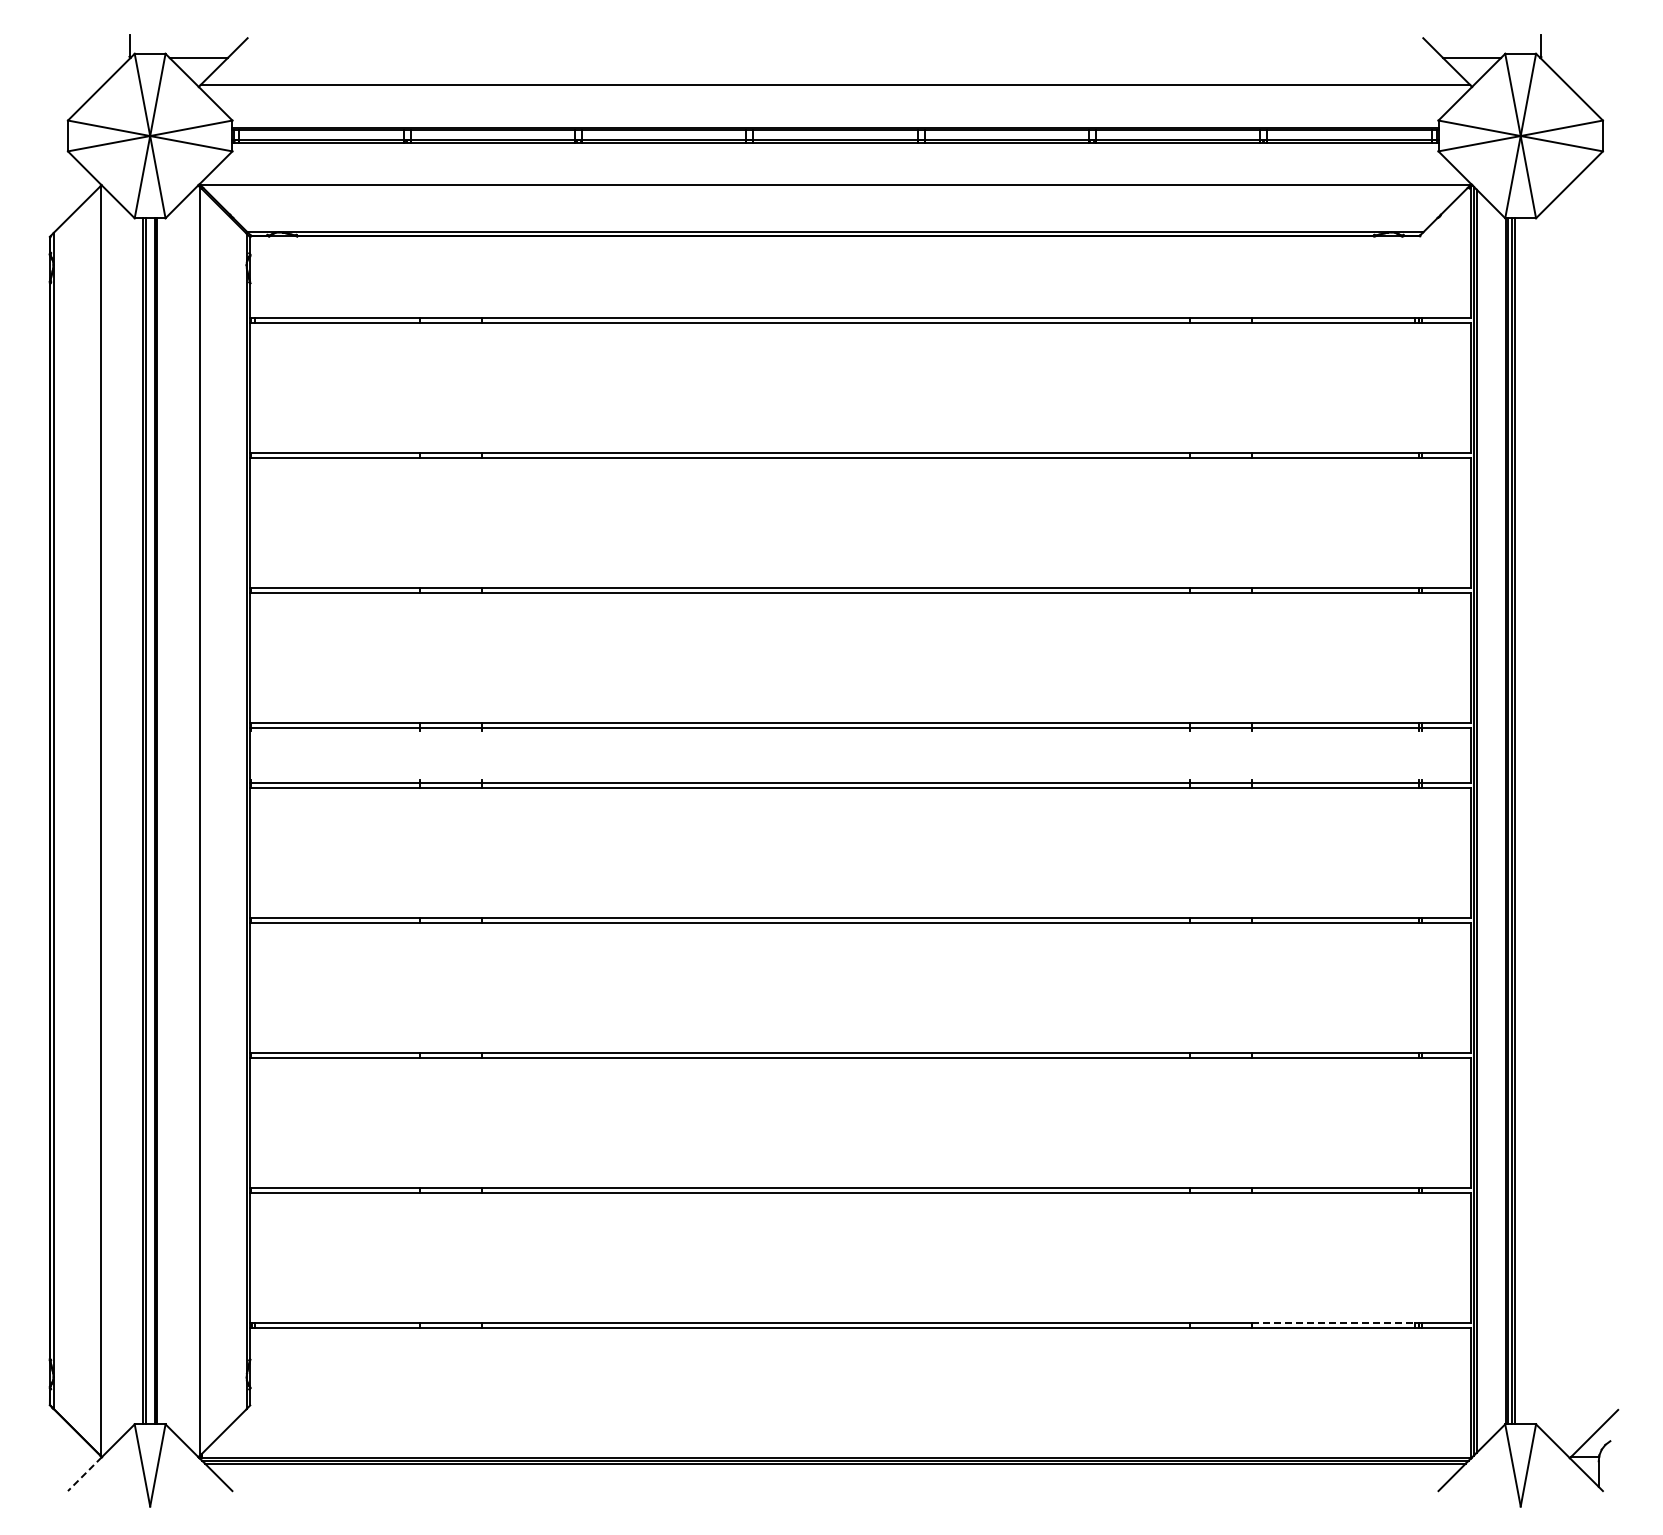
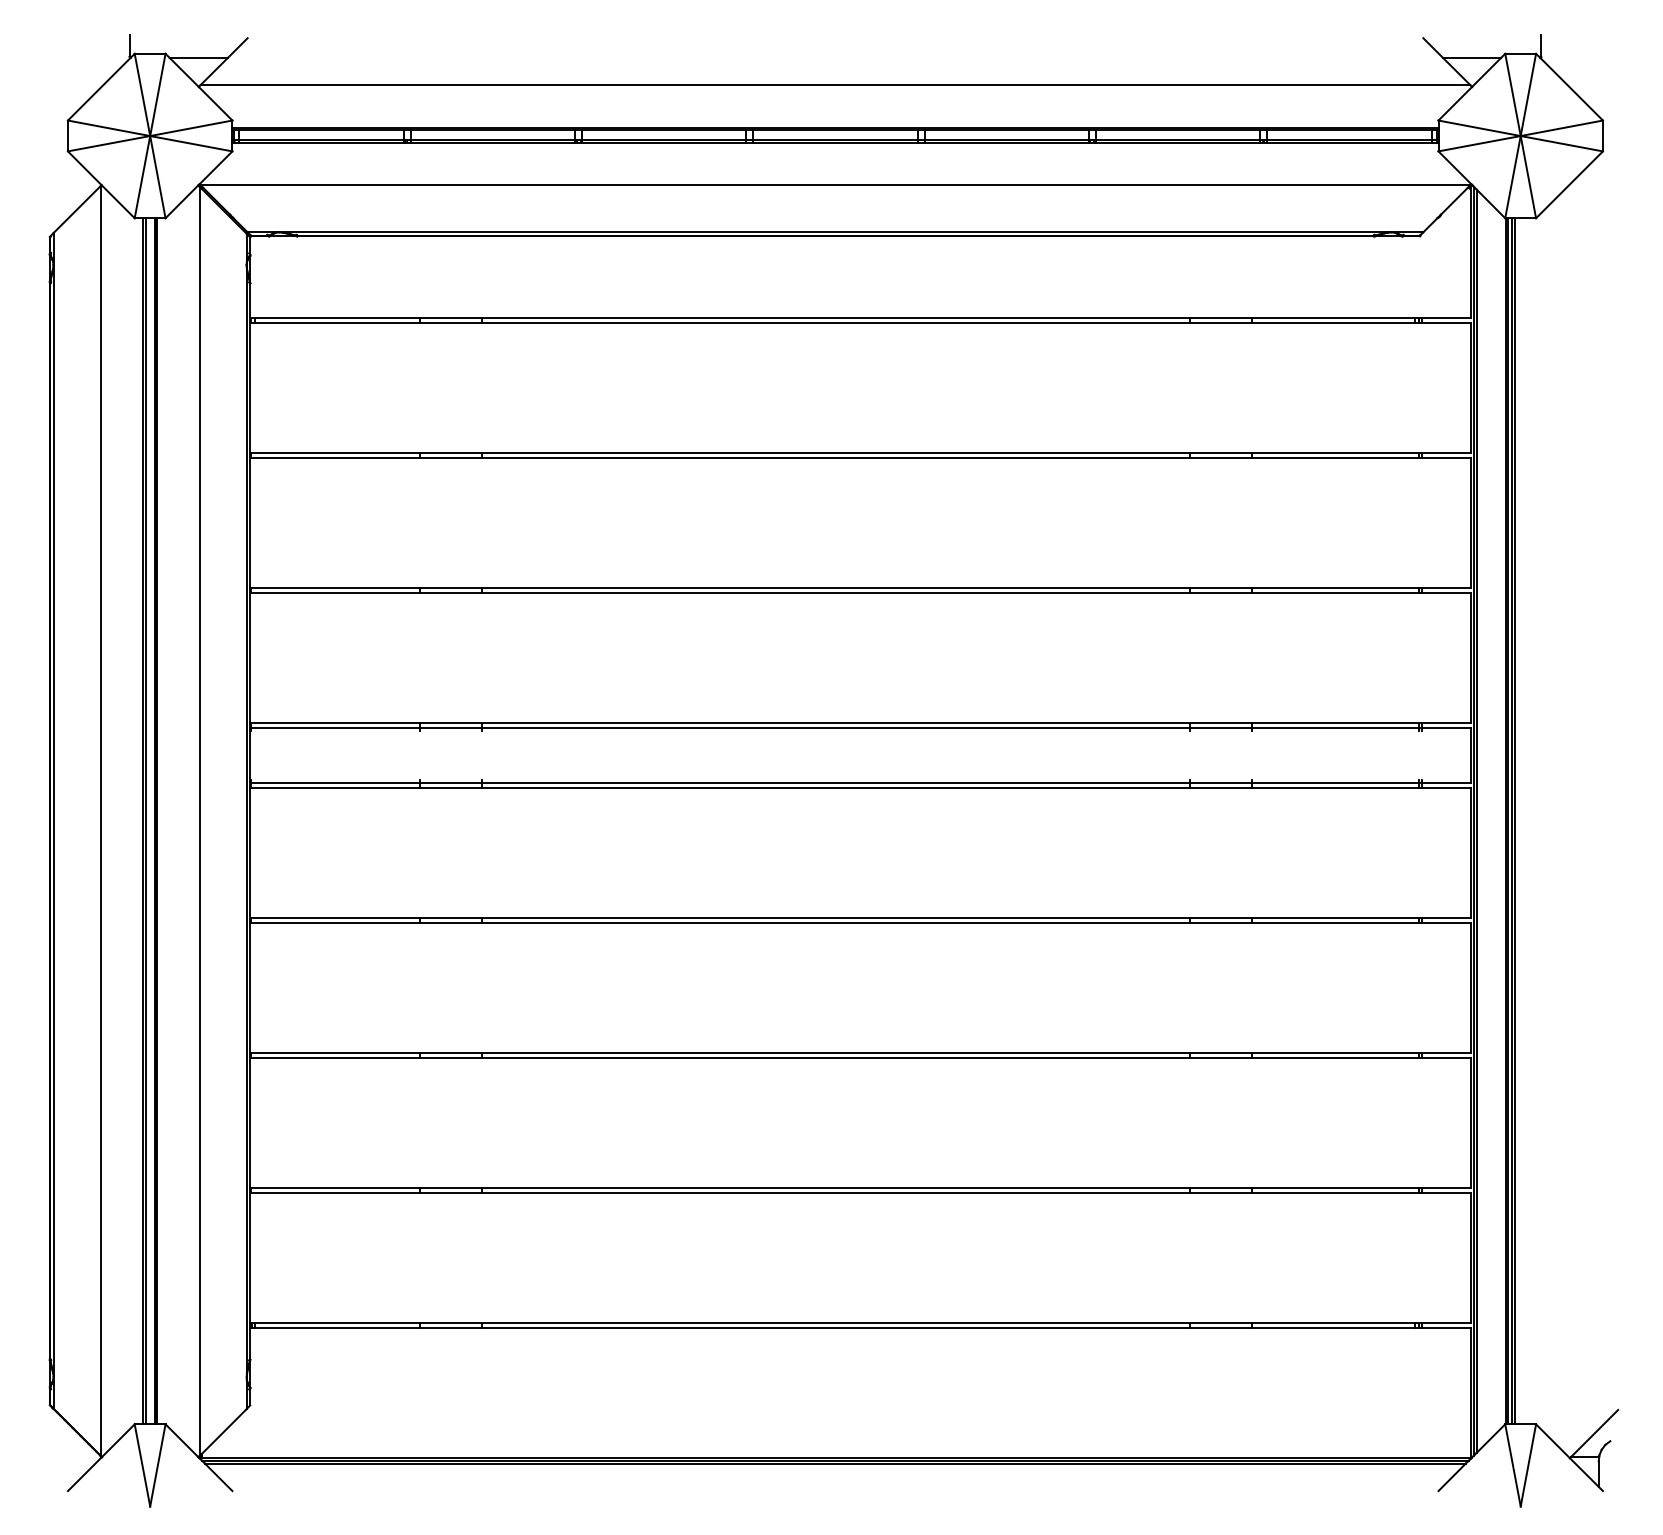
line at (1333, 1322): dashed -> solid
line at (84, 1474): dashed -> solid
